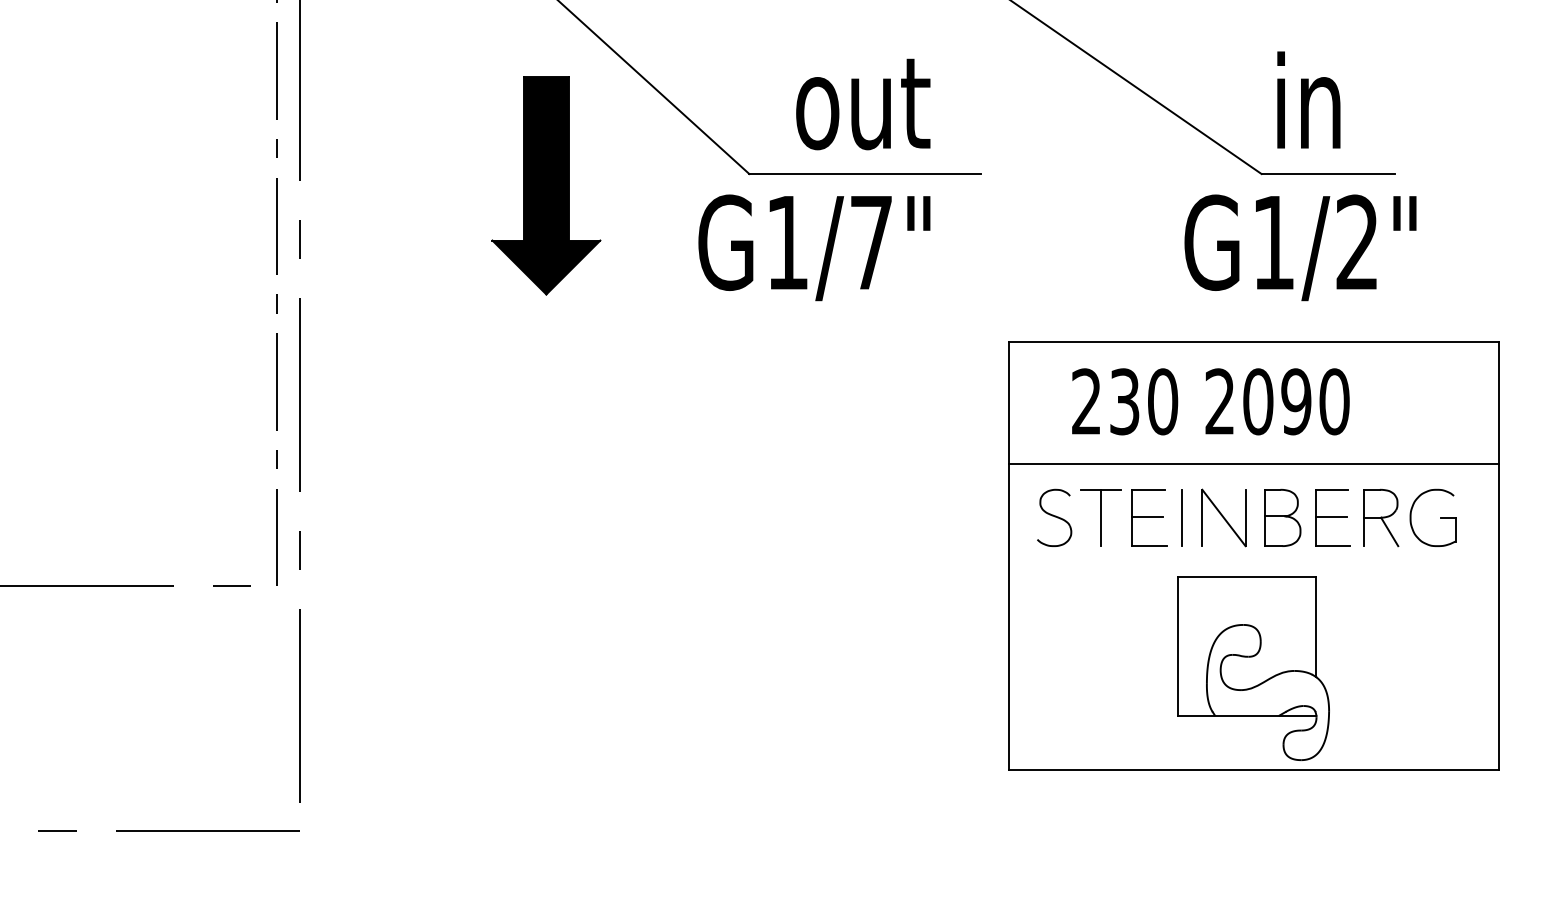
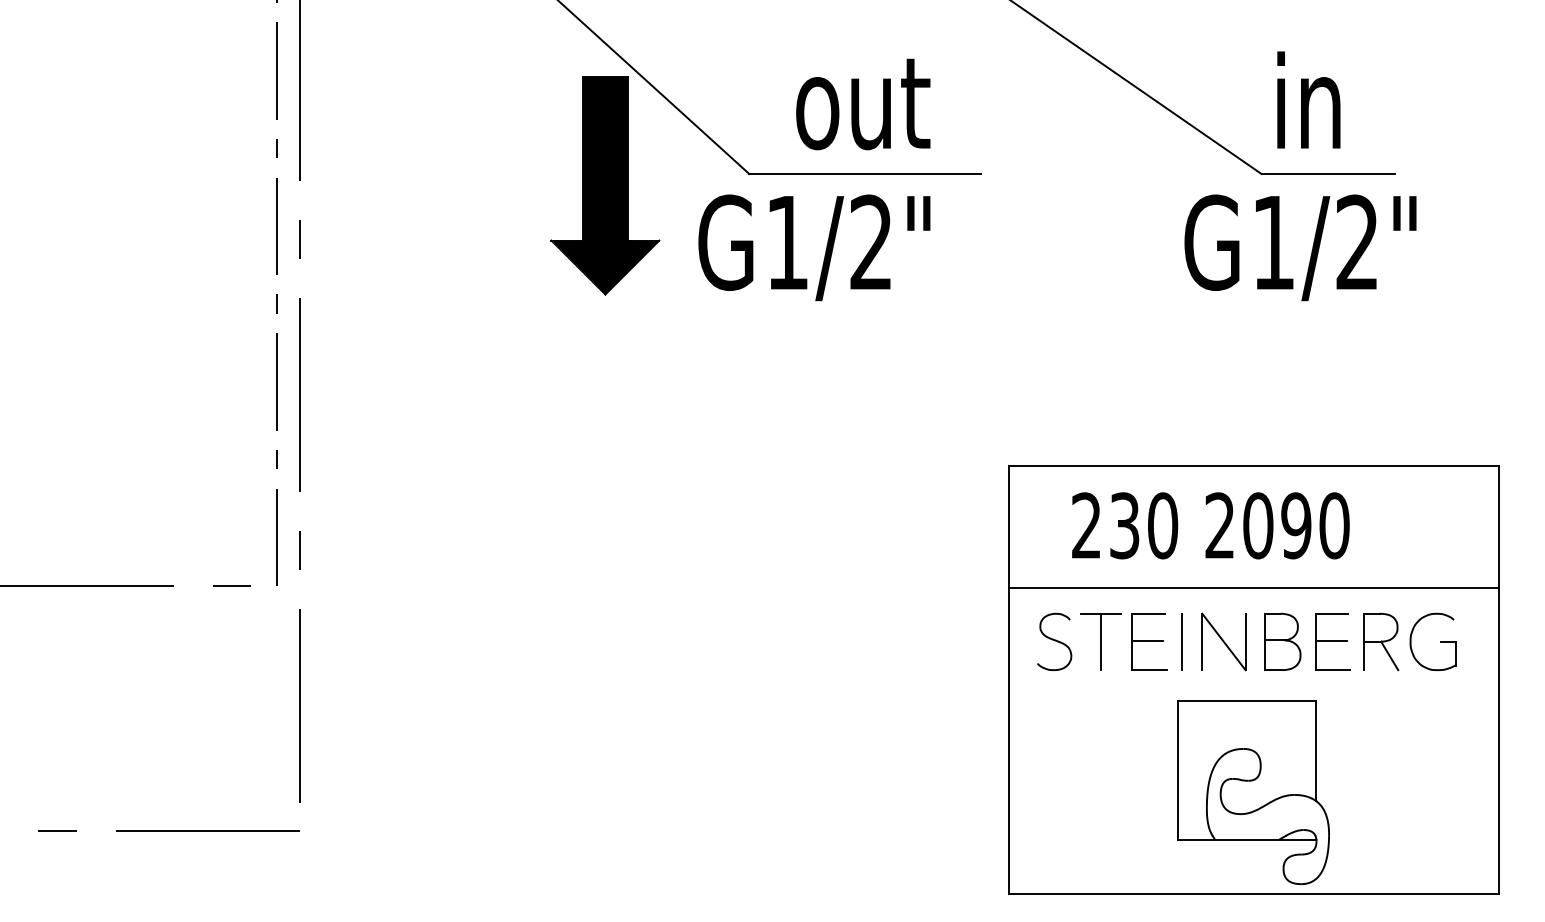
part at (546, 185) position: (546, 185) -> (605, 185)
text at (870, 241): G1/7" -> G1/2"
part at (1253, 555) position: (1253, 555) -> (1253, 679)
